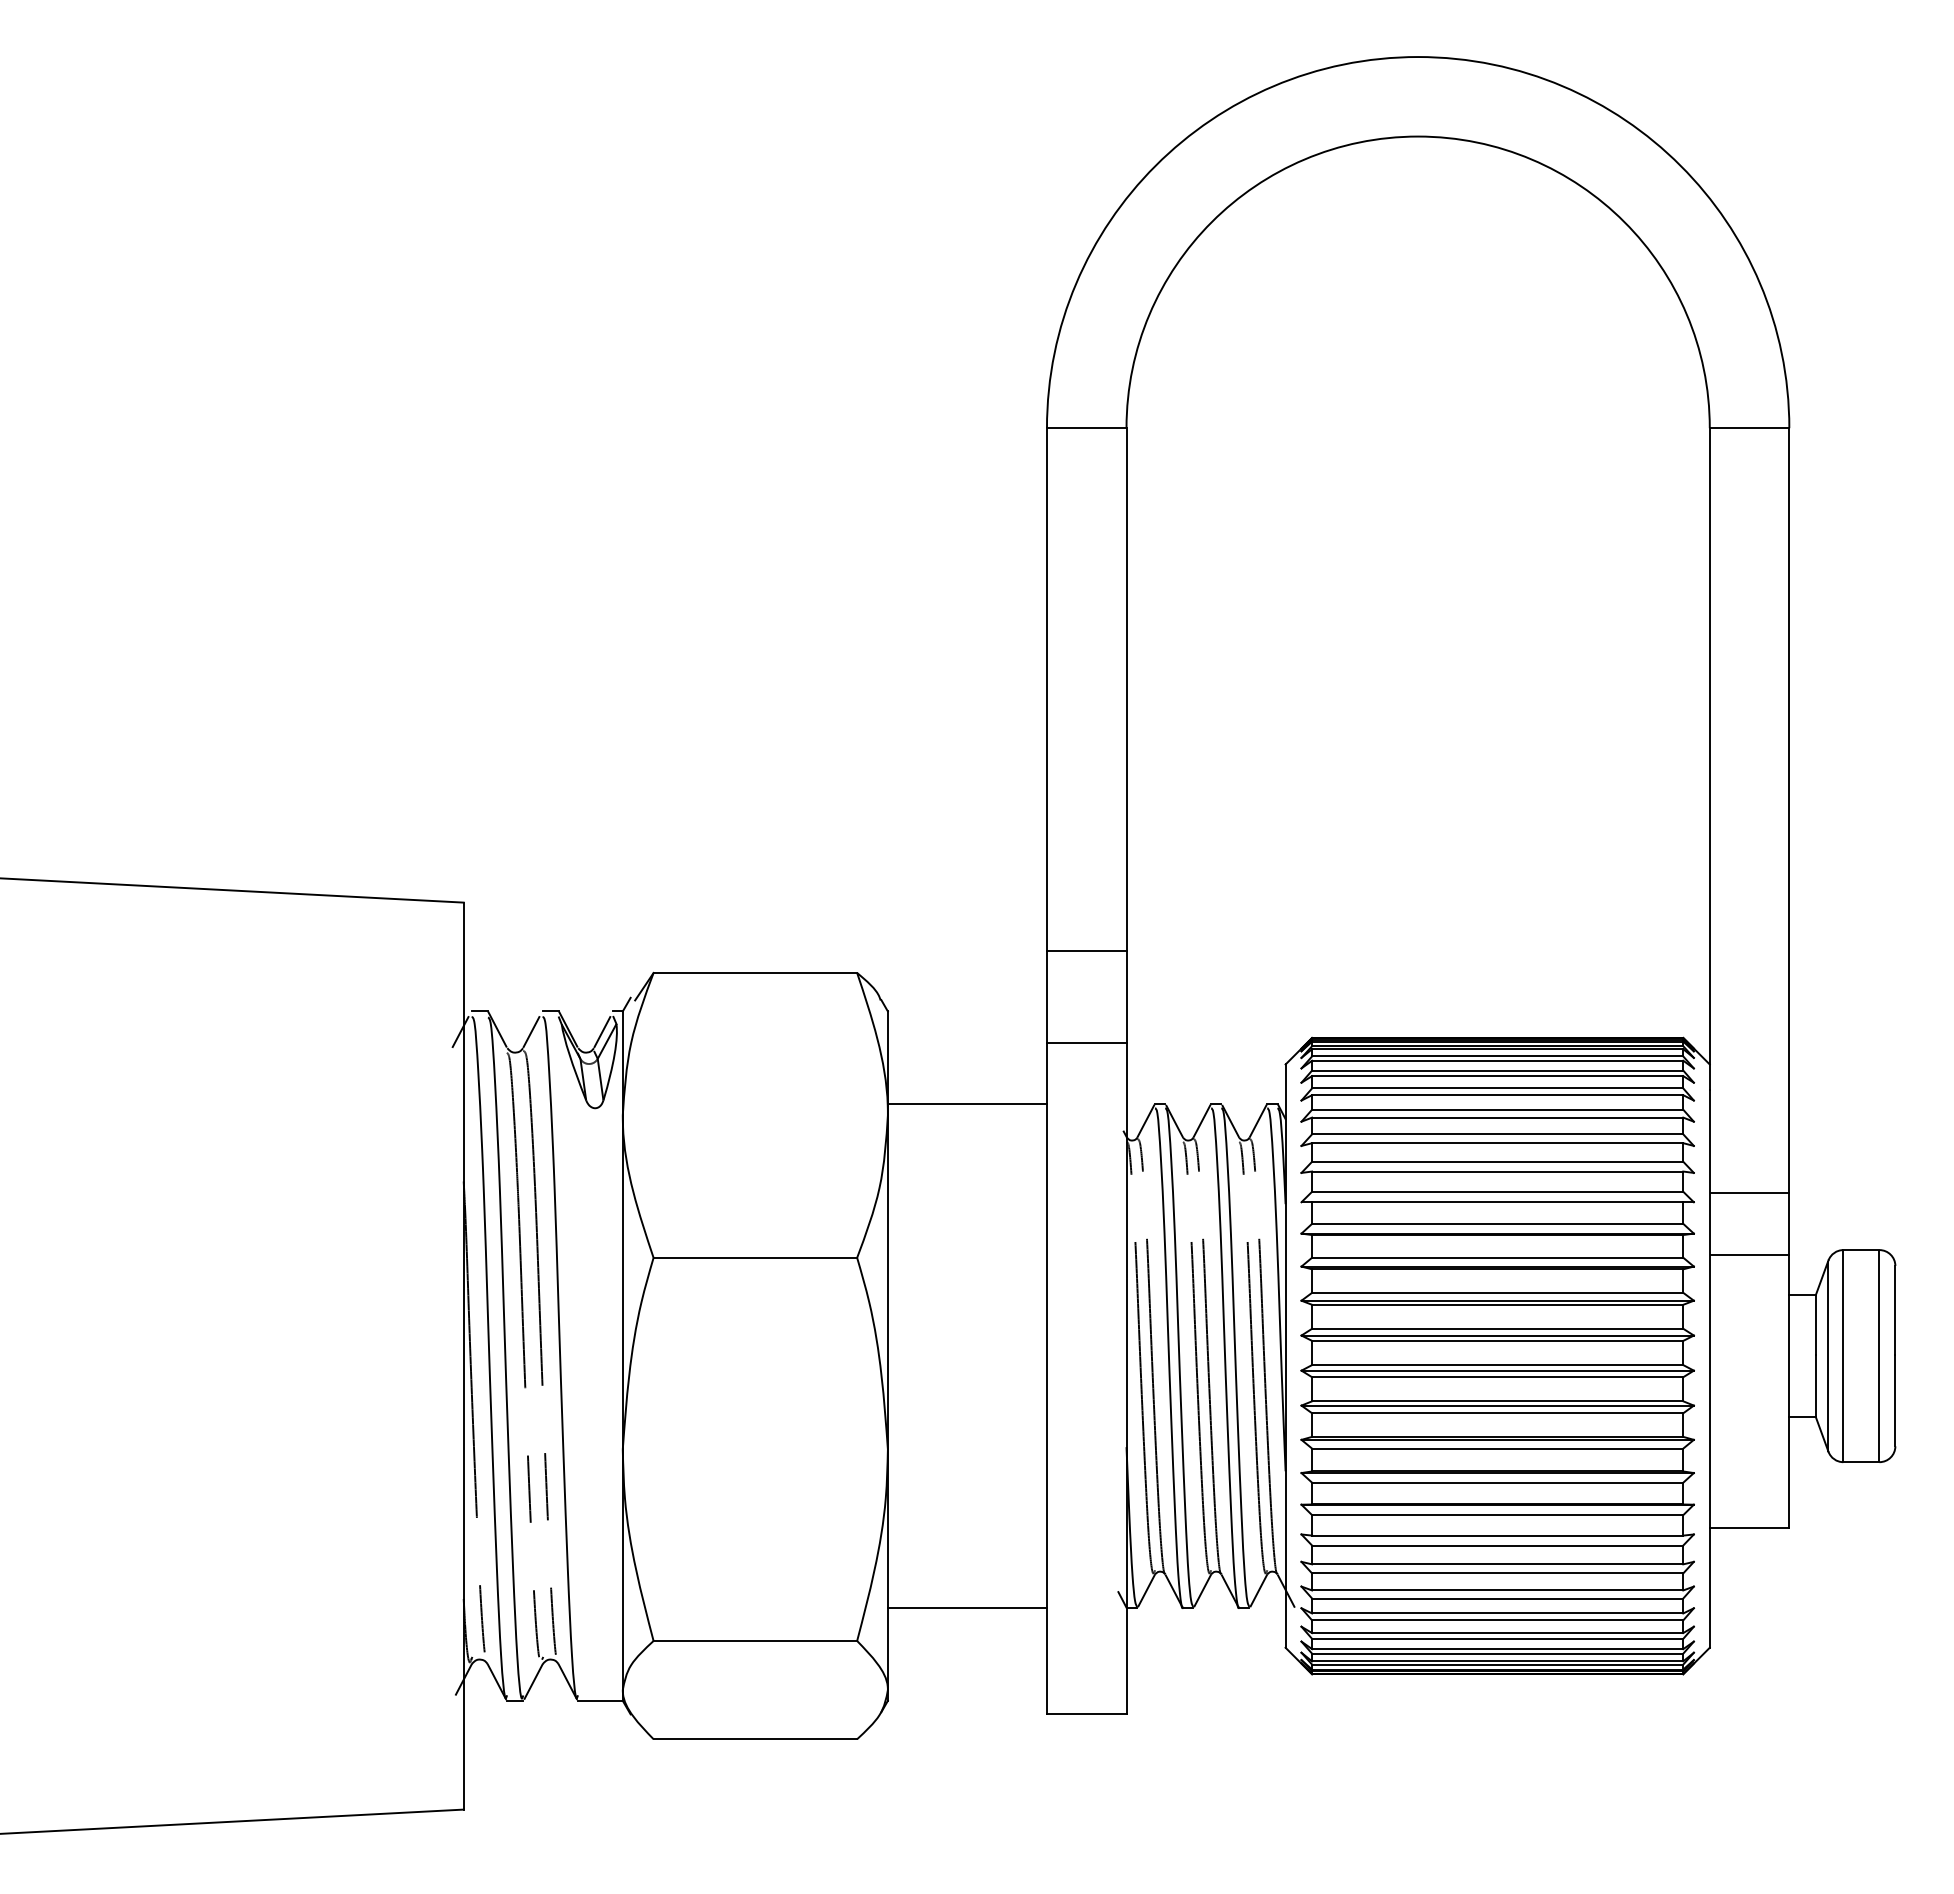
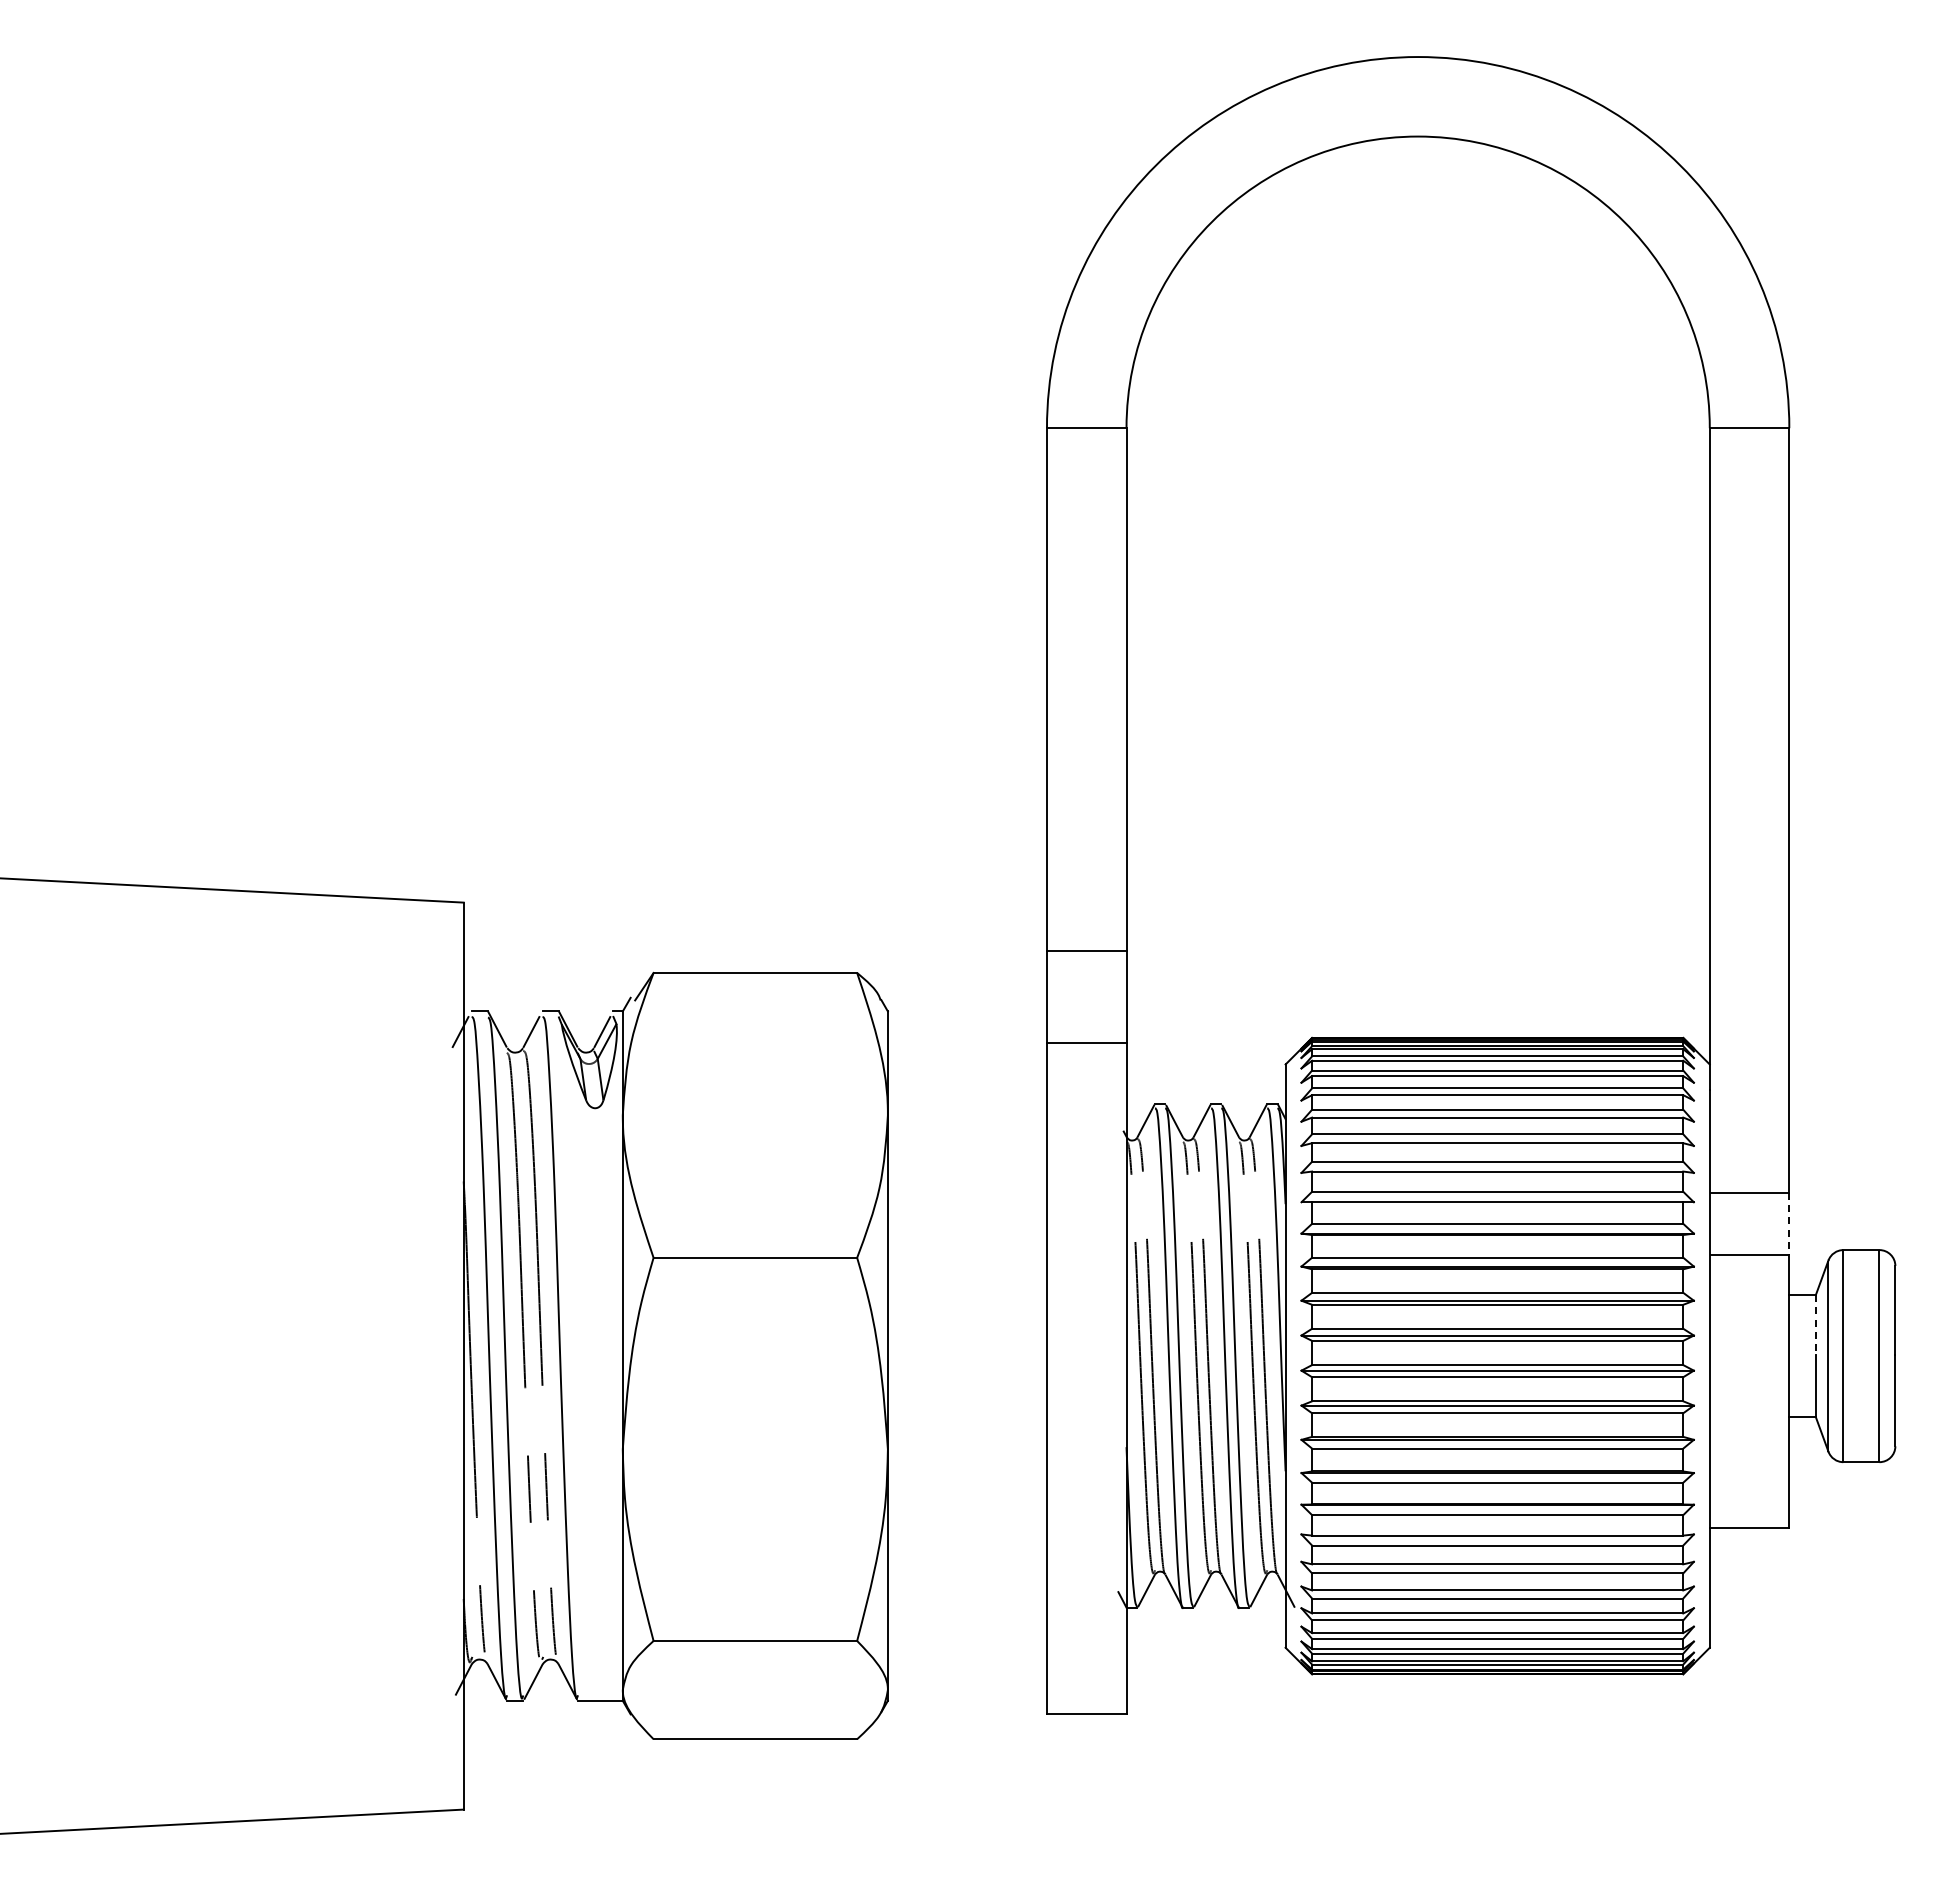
line at (966, 1104): present -> none
line at (1789, 1224): solid -> dashed
line at (1815, 1325): solid -> dashed
line at (966, 1608): present -> none
